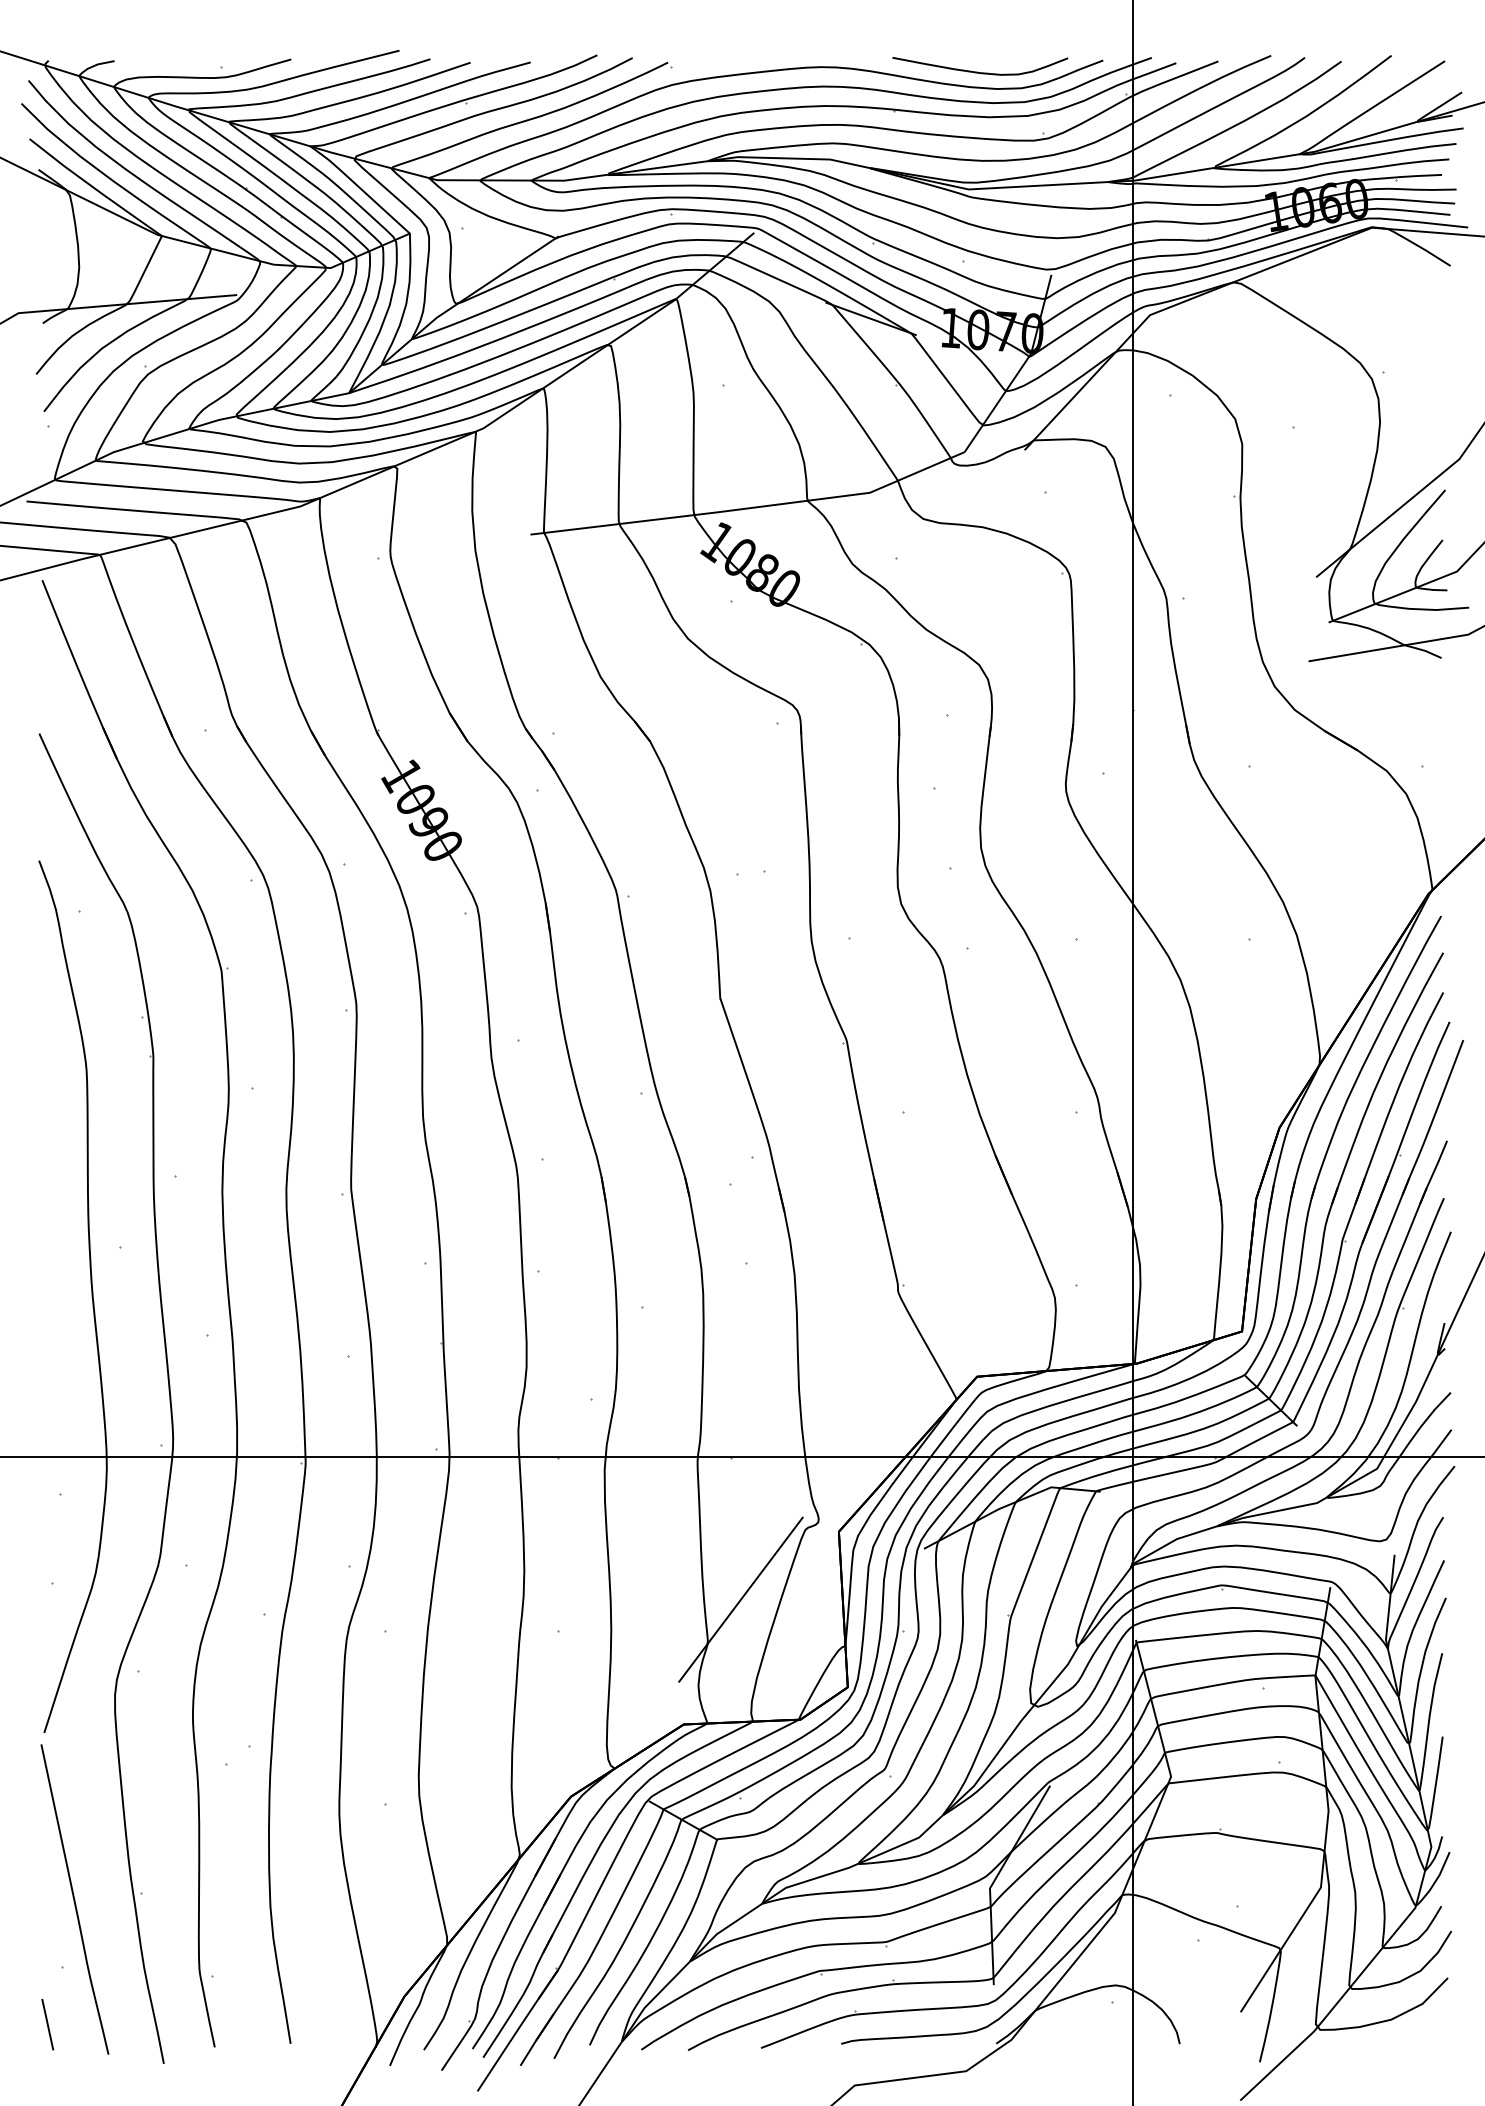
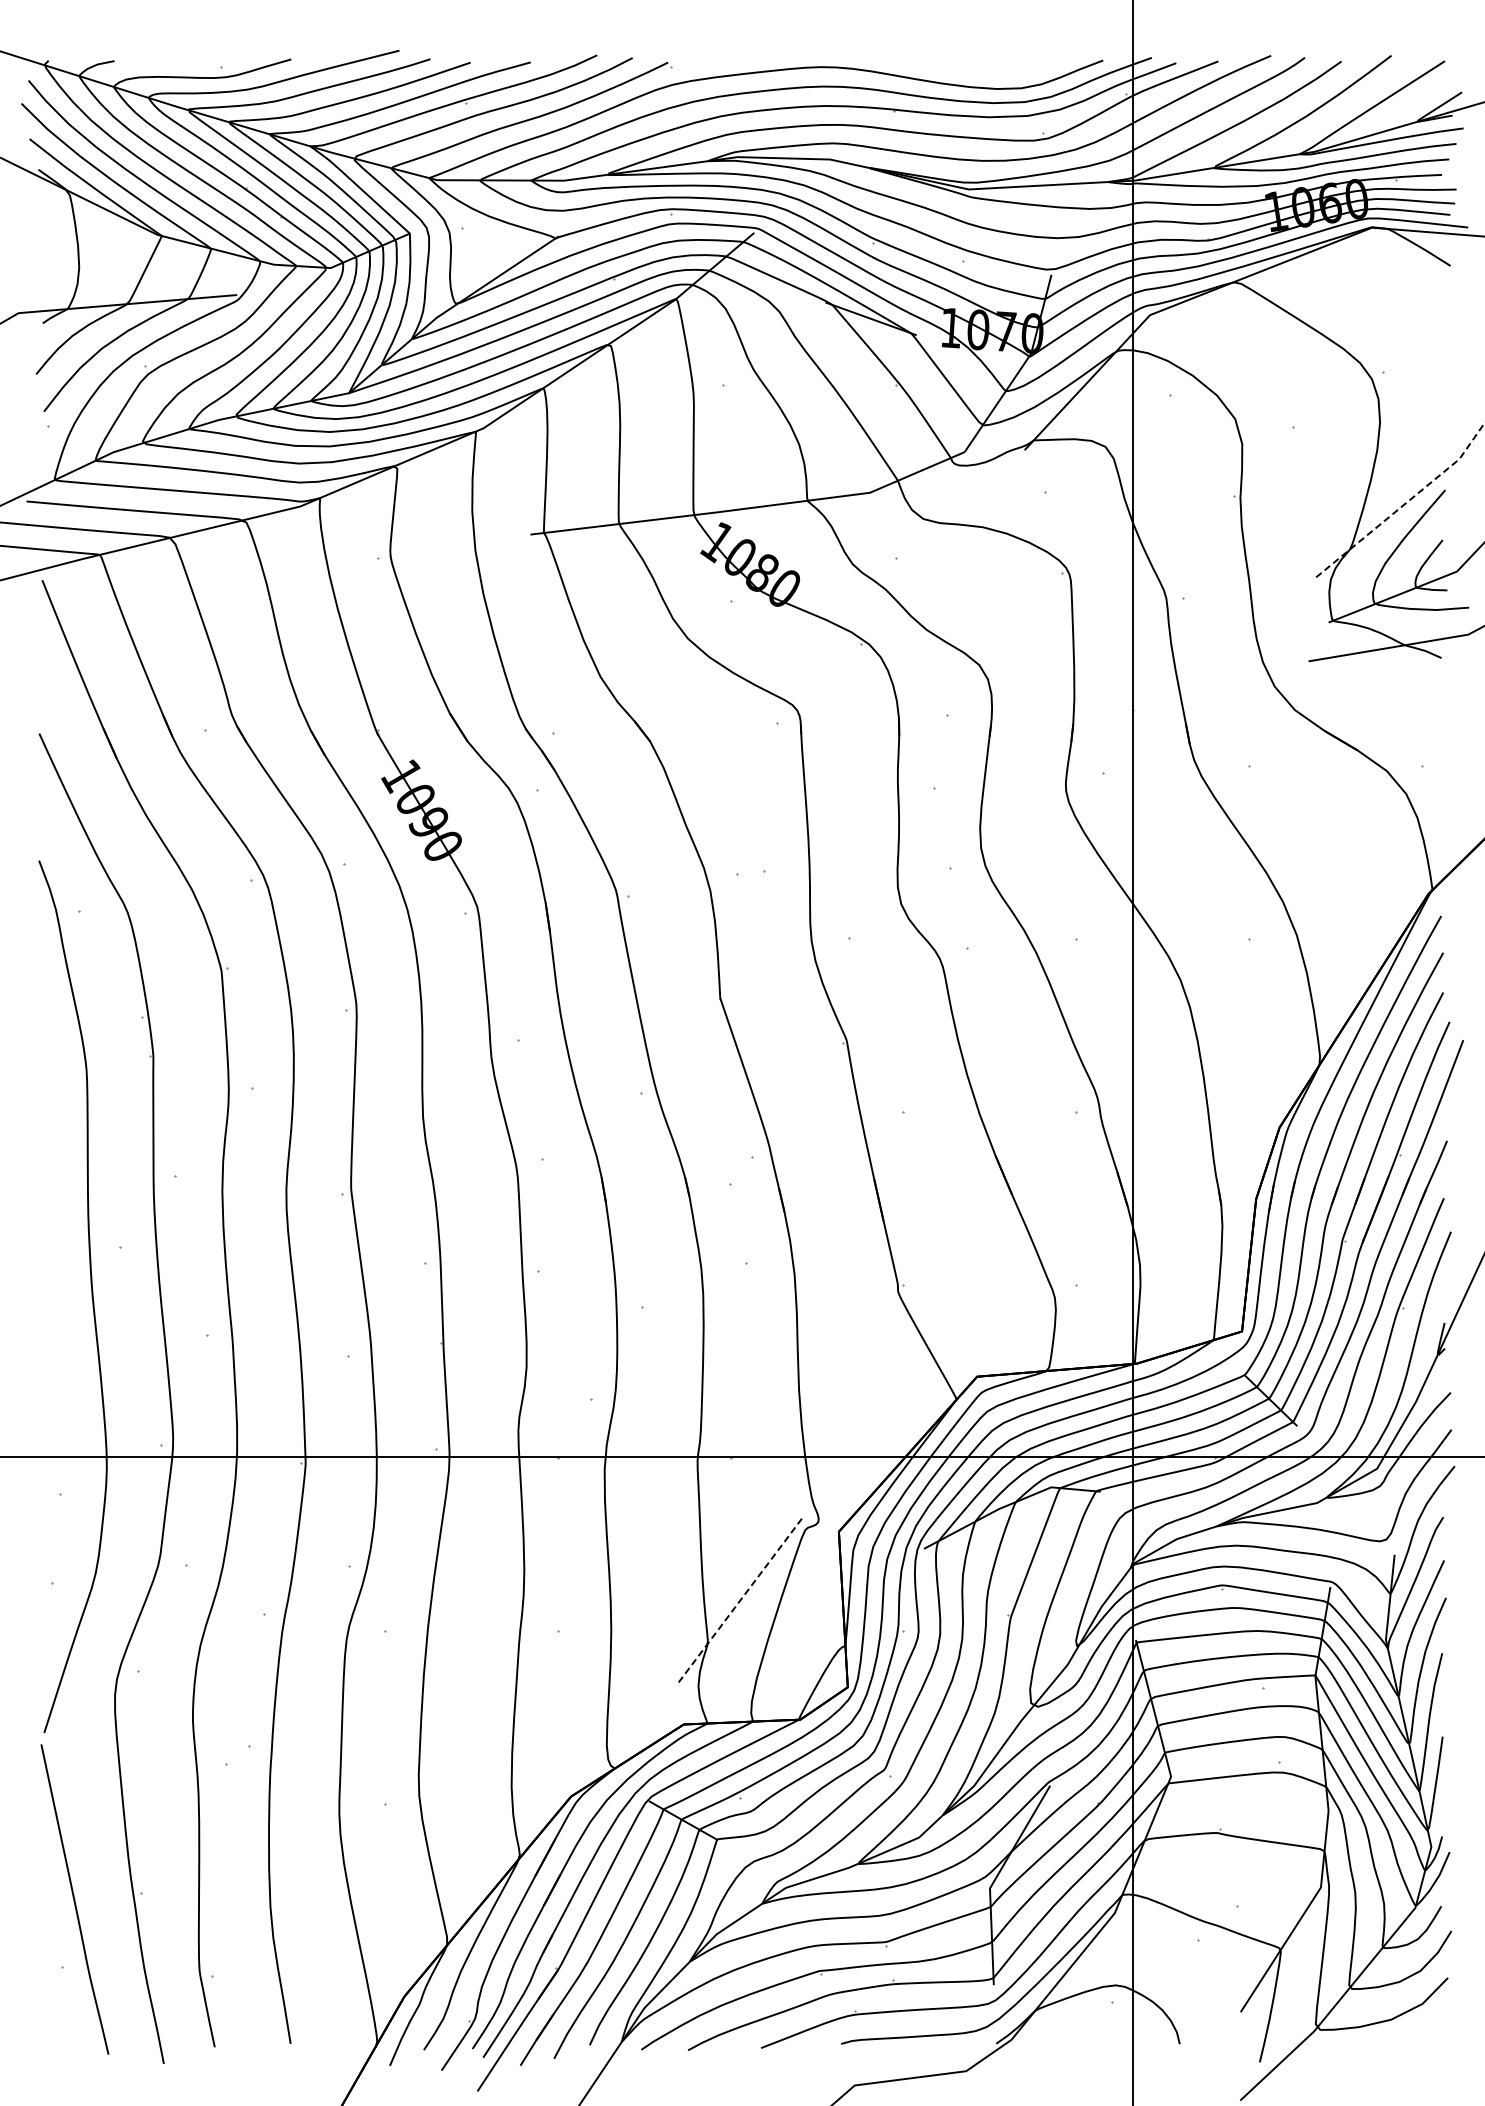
curve at (978, 71): present -> none
line at (1405, 503): solid -> dashed
line at (740, 1599): solid -> dashed
line at (47, 2024): present -> none
